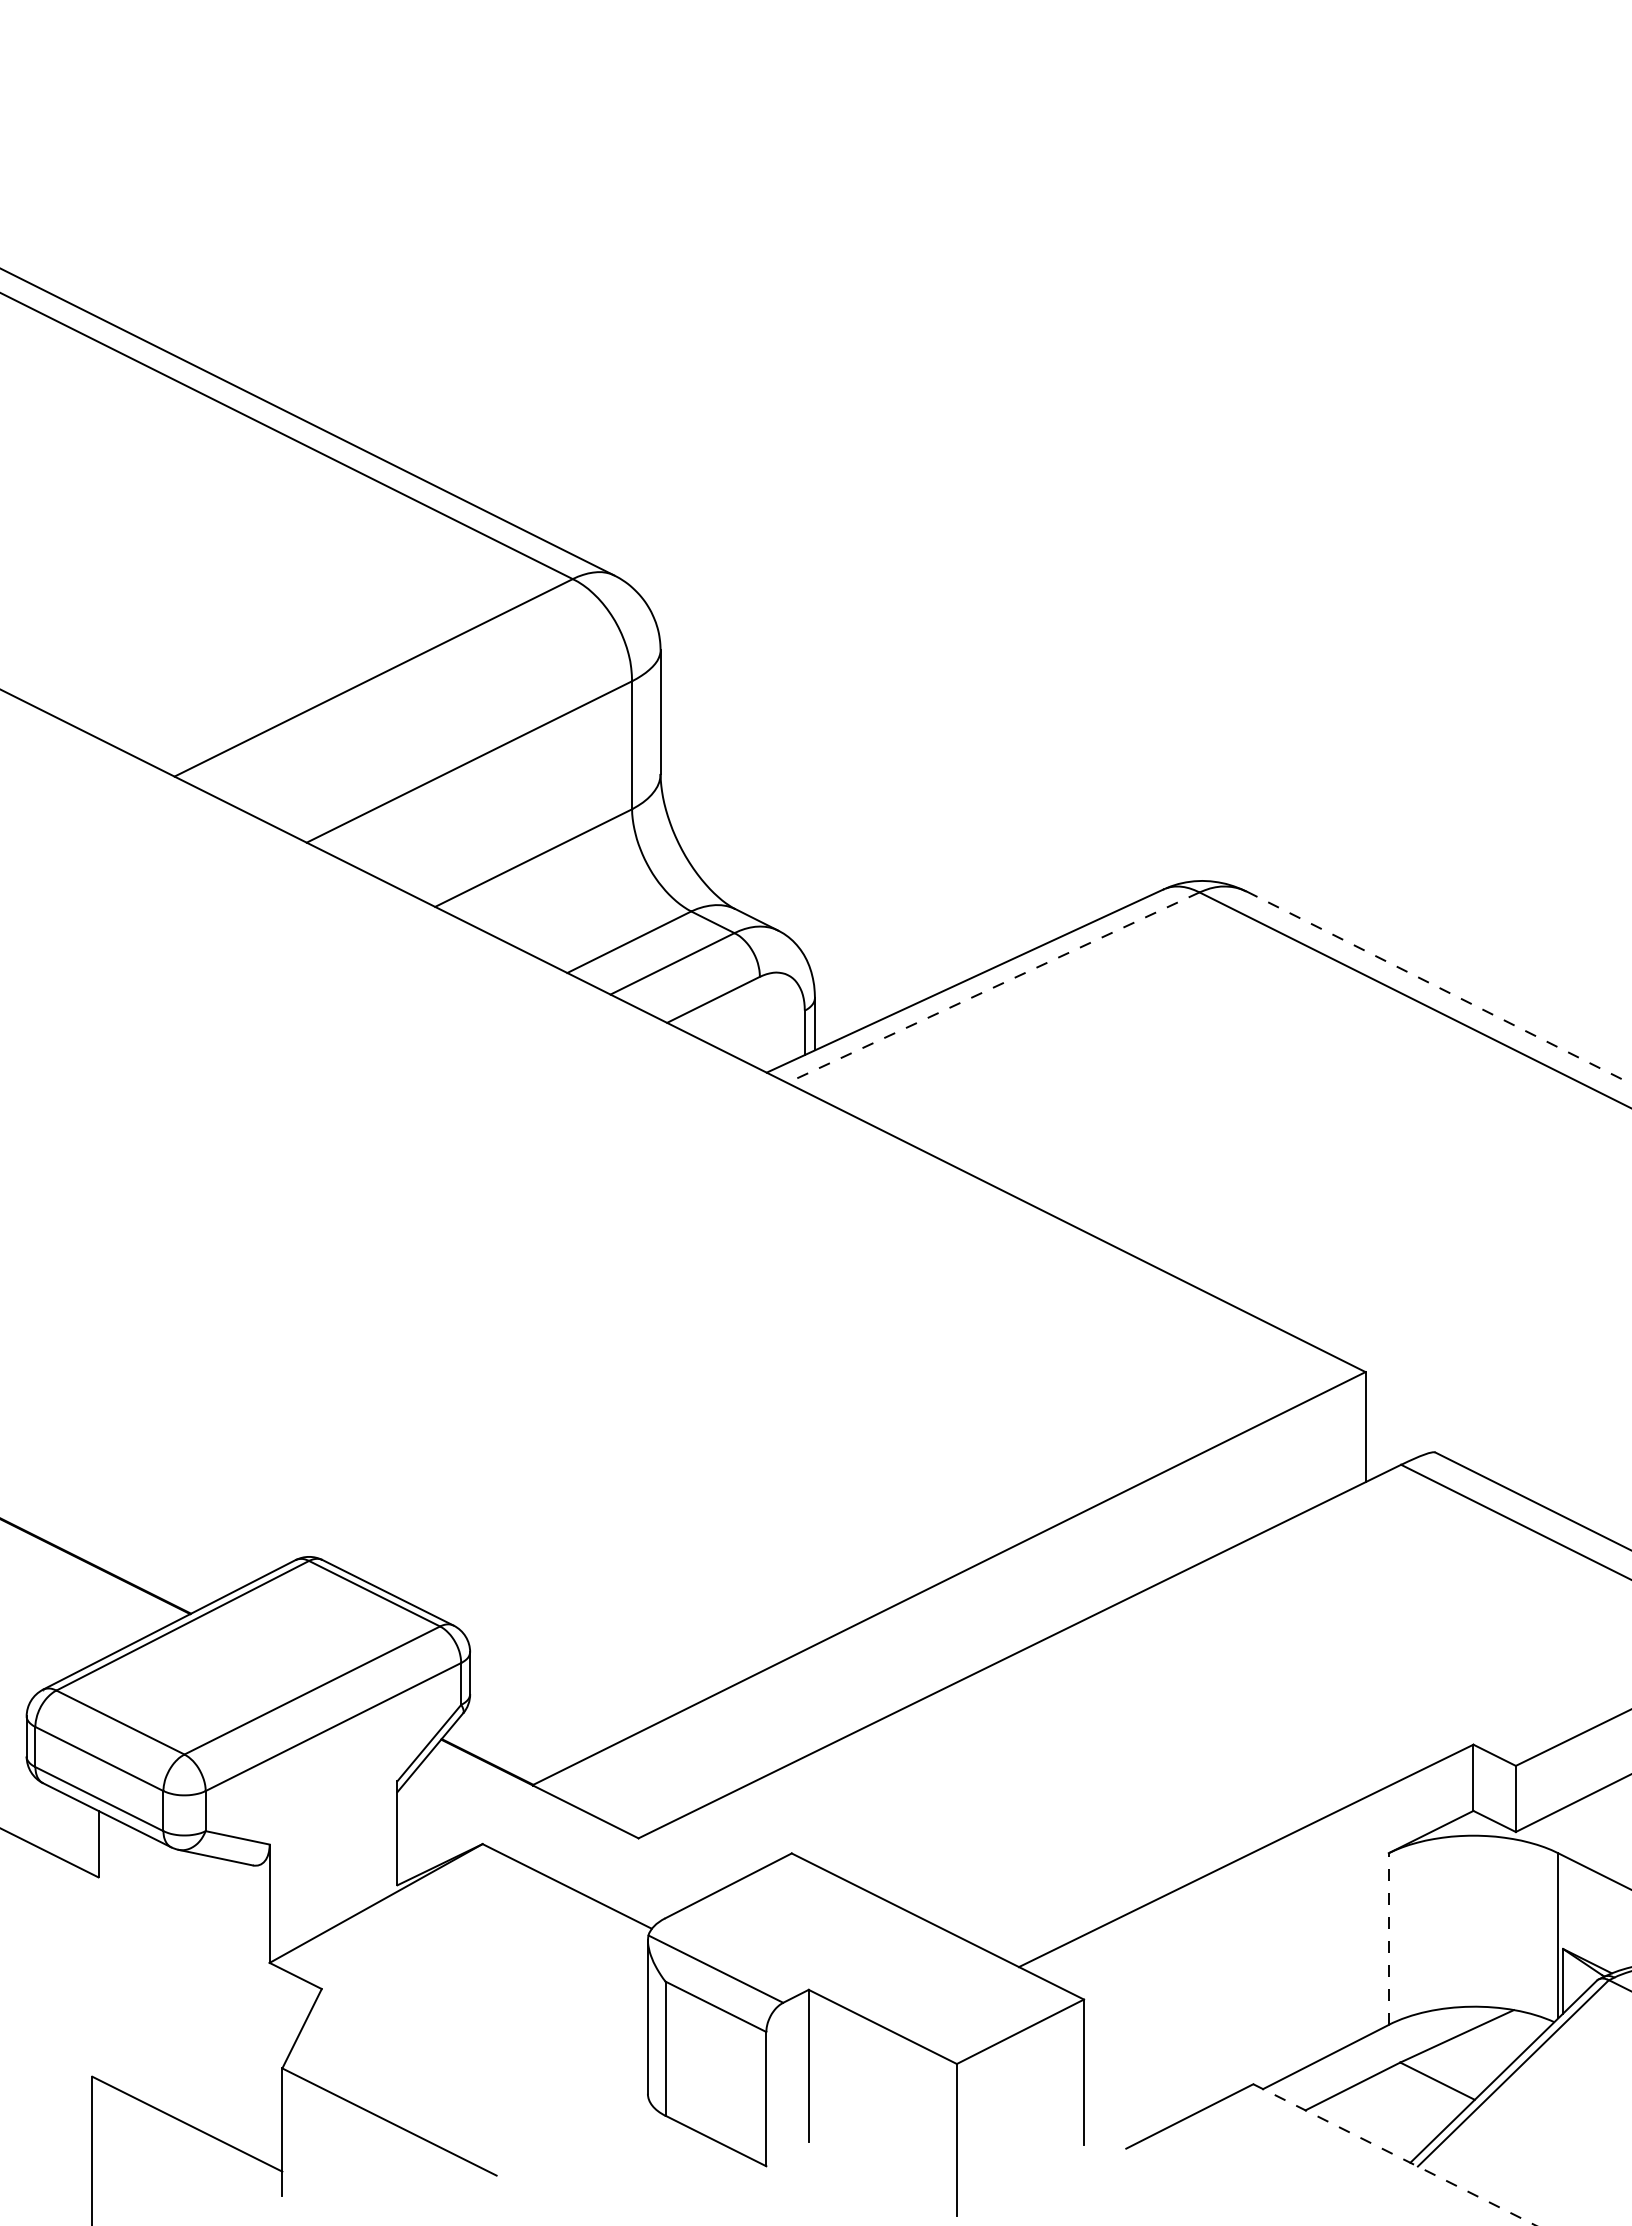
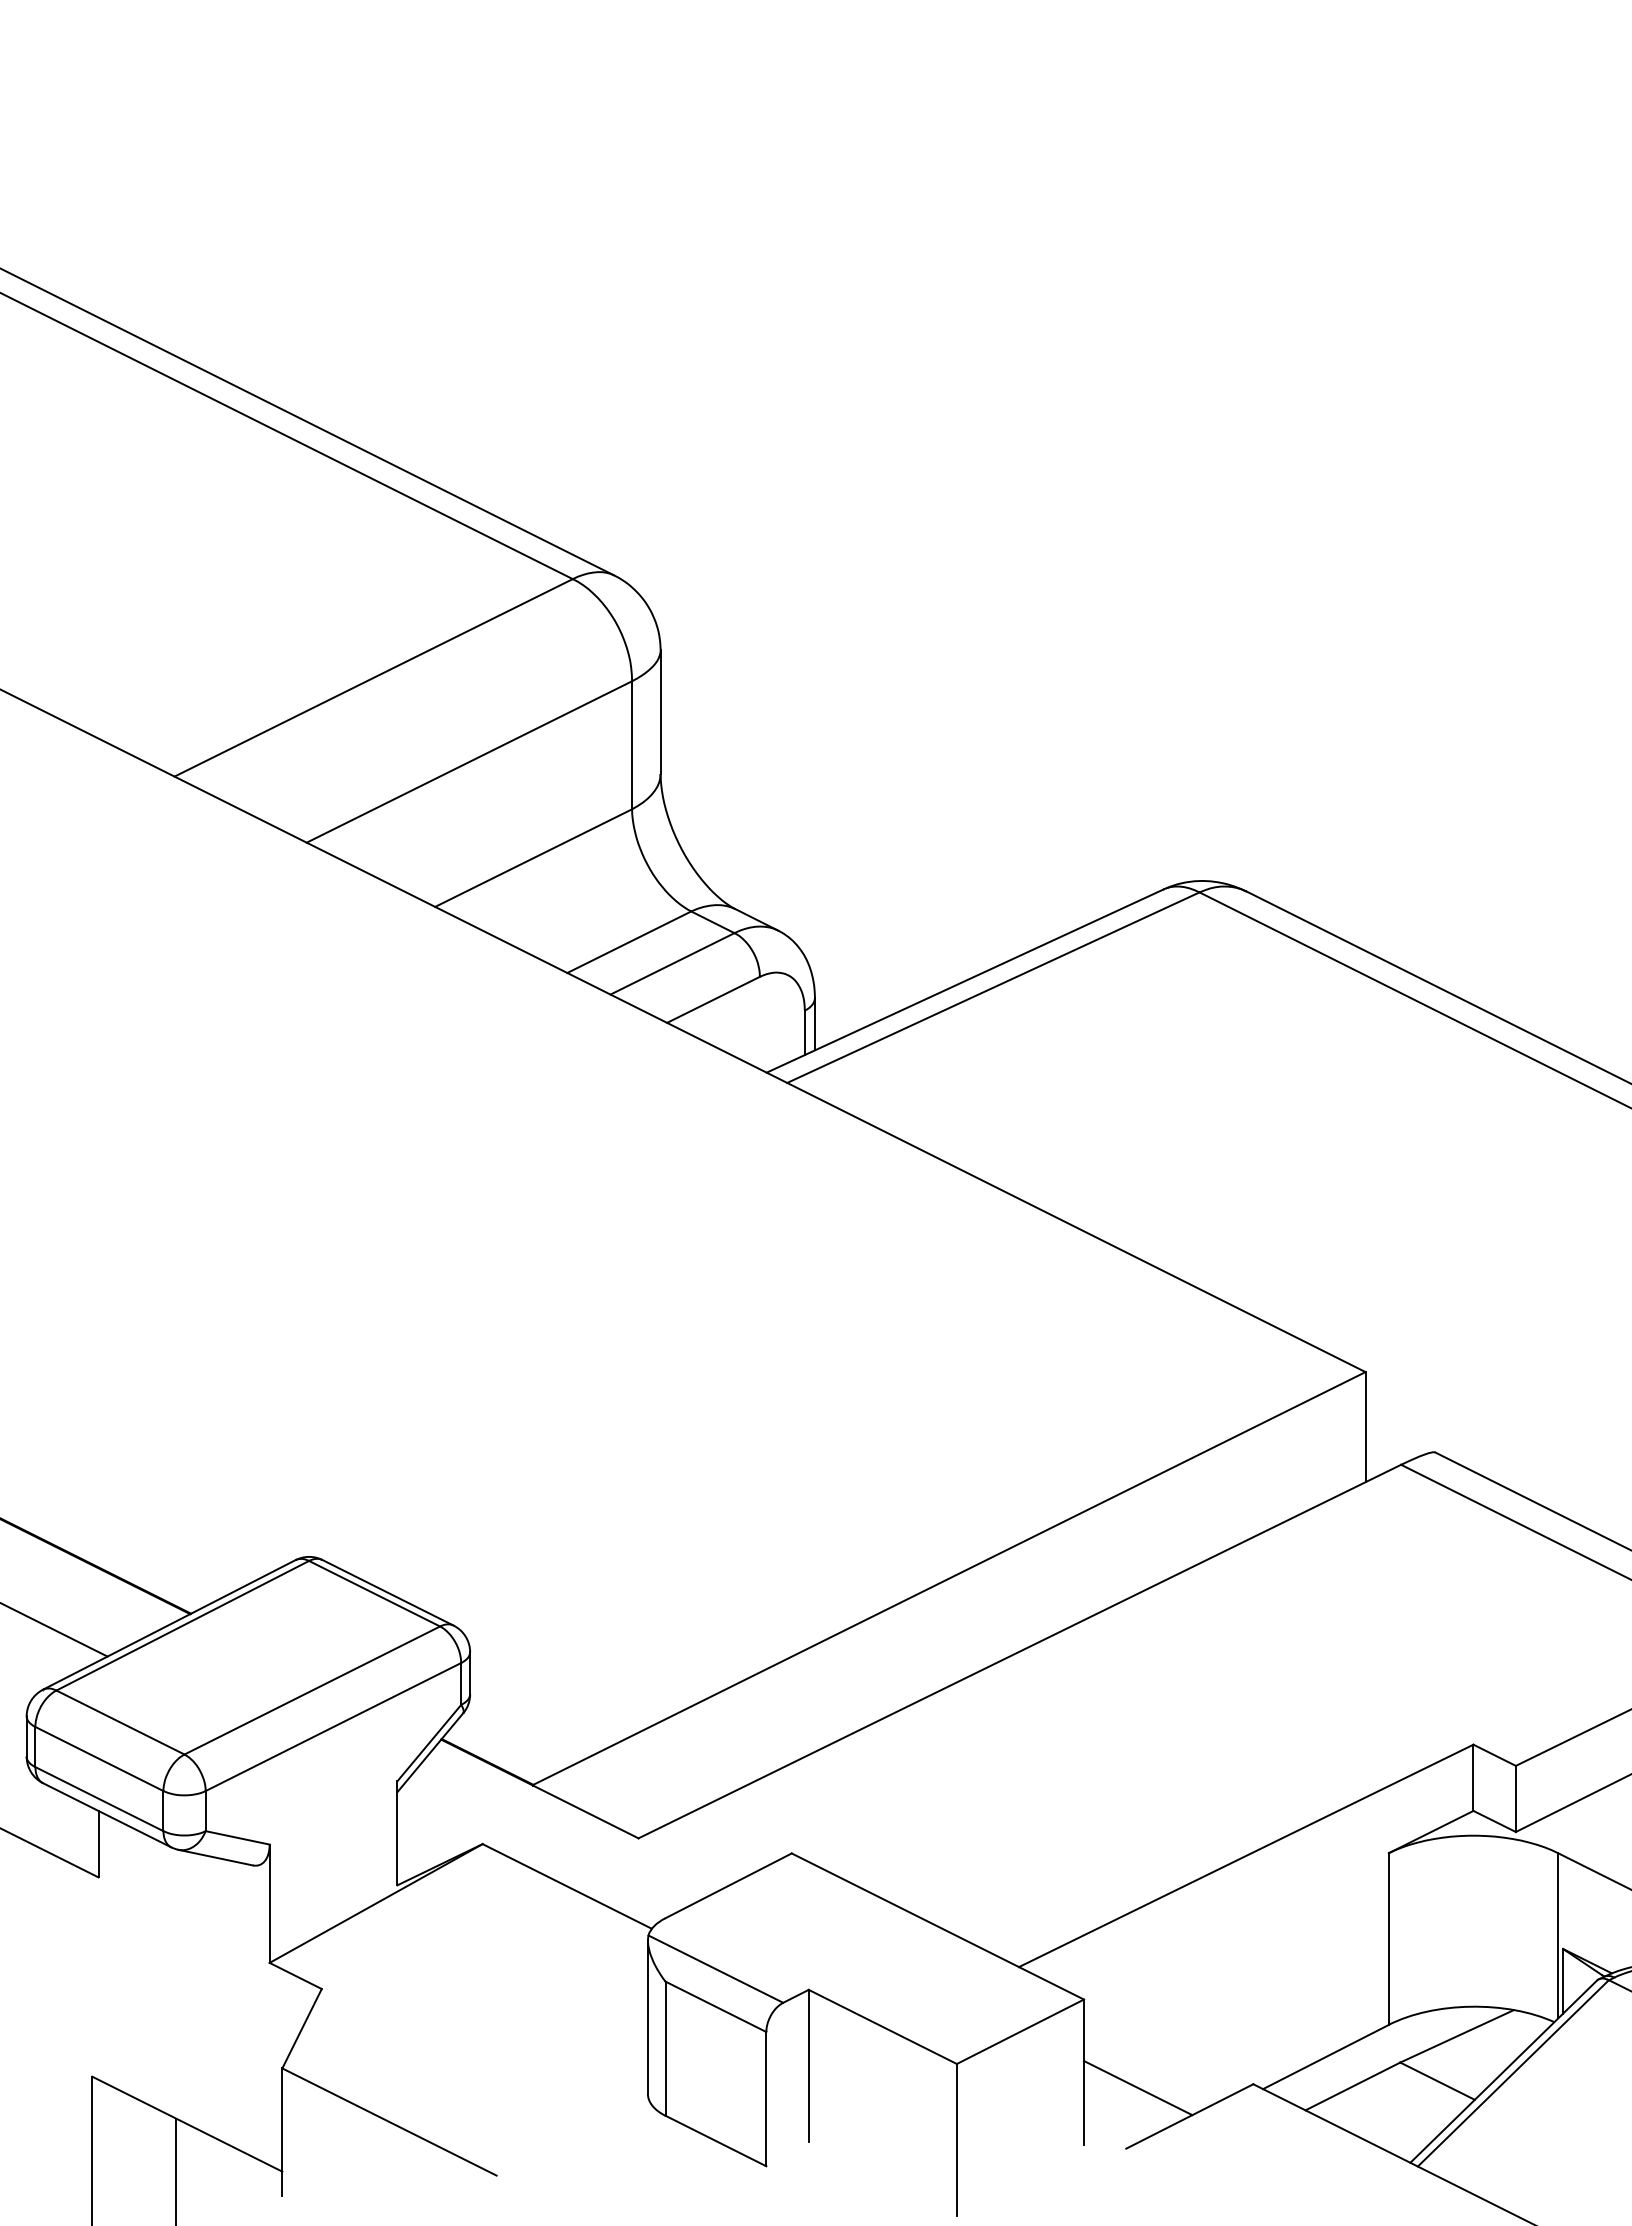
line at (992, 987): dashed -> solid
line at (1438, 987): dashed -> solid
line at (54, 1630): none -> present
line at (1388, 1939): dashed -> solid
line at (1137, 2088): none -> present
line at (1395, 2155): dashed -> solid
line at (176, 2170): none -> present
